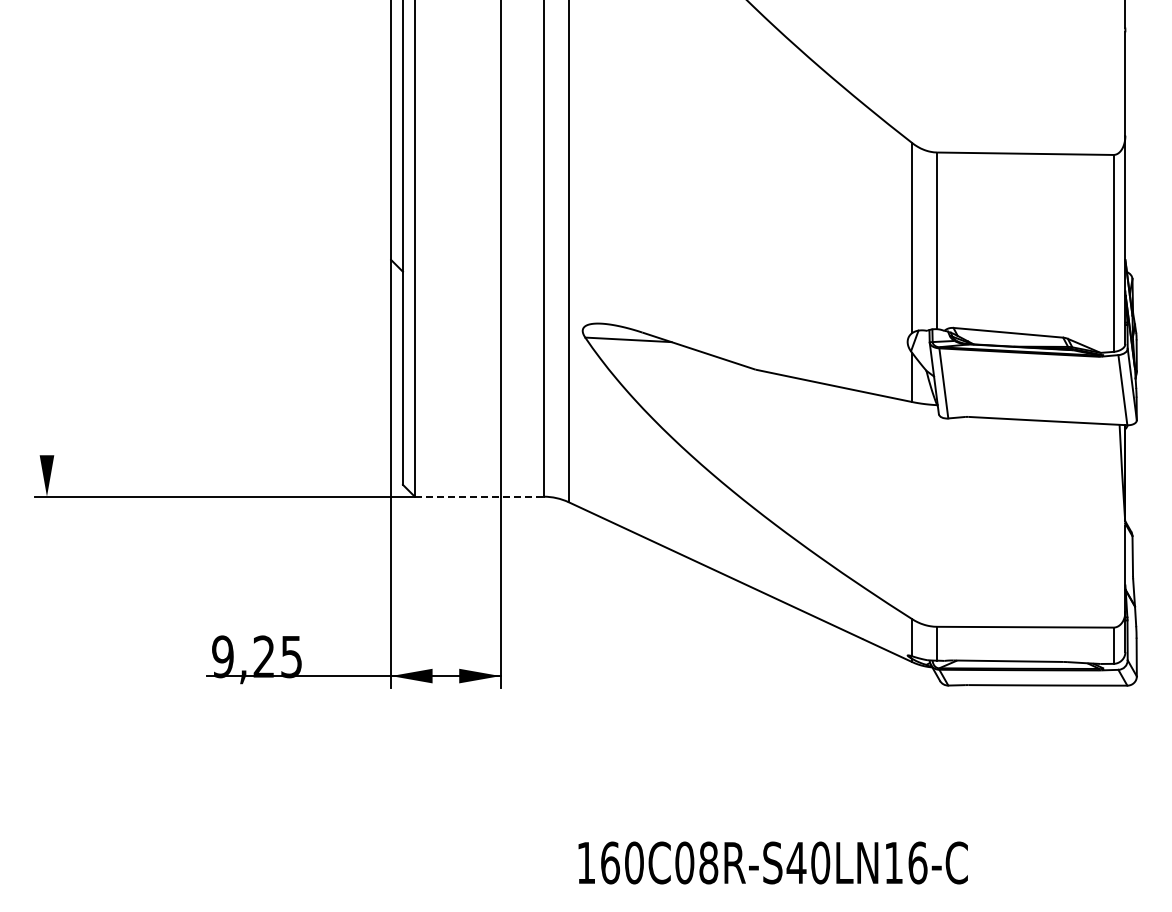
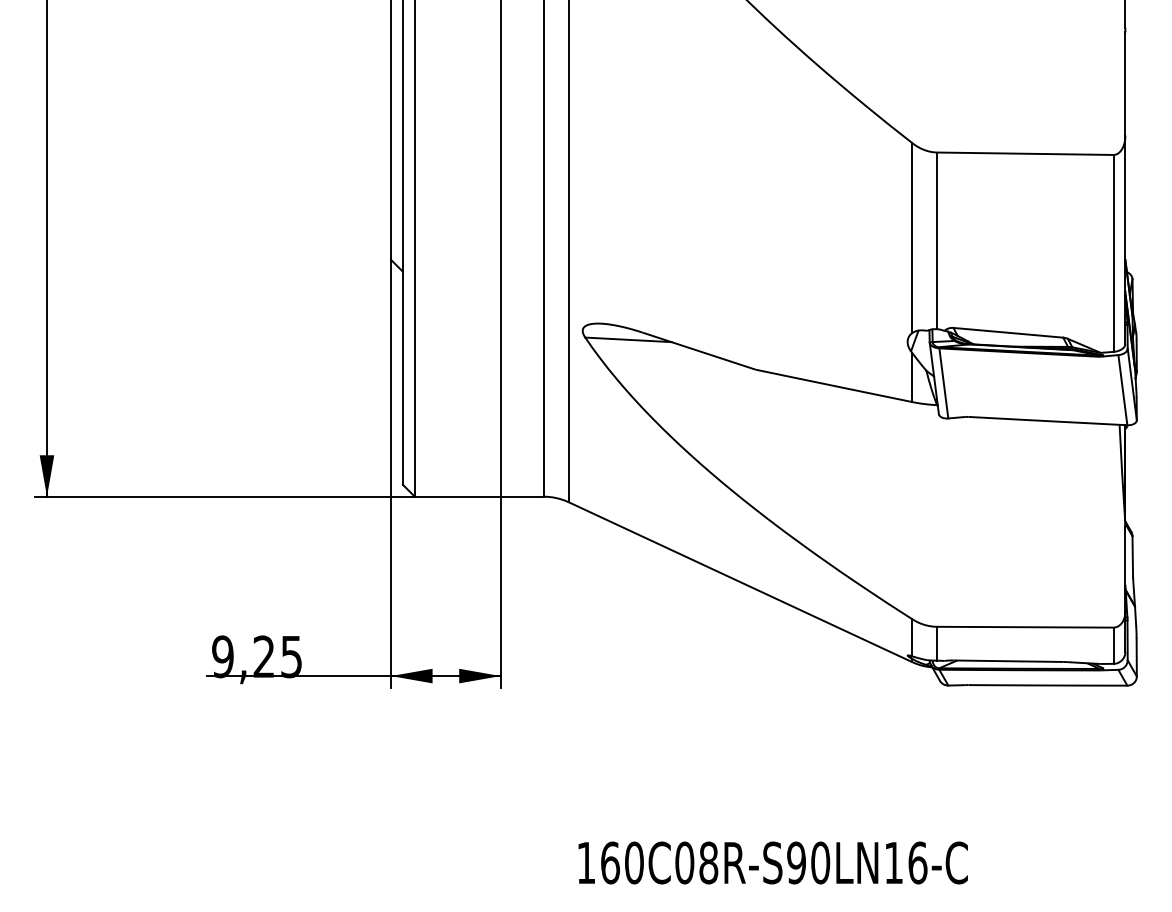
line at (46, 249): none -> present
line at (479, 496): dashed -> solid
text at (796, 862): 160C08R-S40LN16-C -> 160C08R-S90LN16-C
